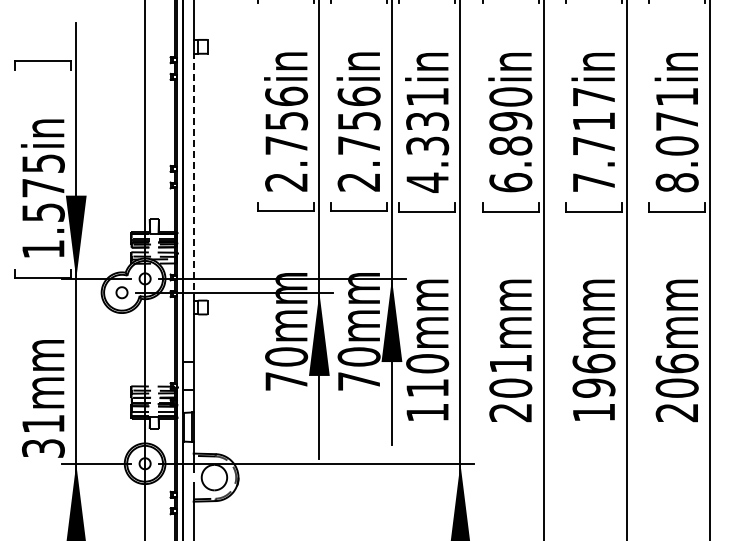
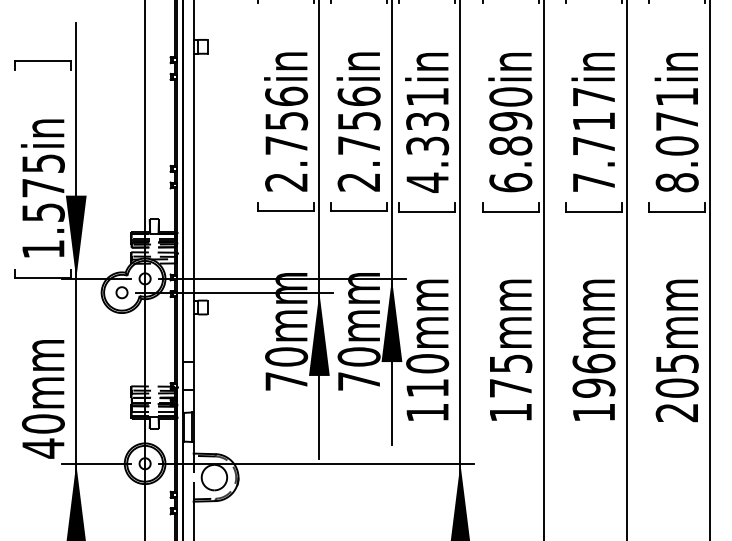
line at (193, 176): dashed -> solid
text at (676, 363): 206mm -> 205mm
text at (510, 388): 201mm -> 175mm
text at (43, 436): 31mm -> 40mm
